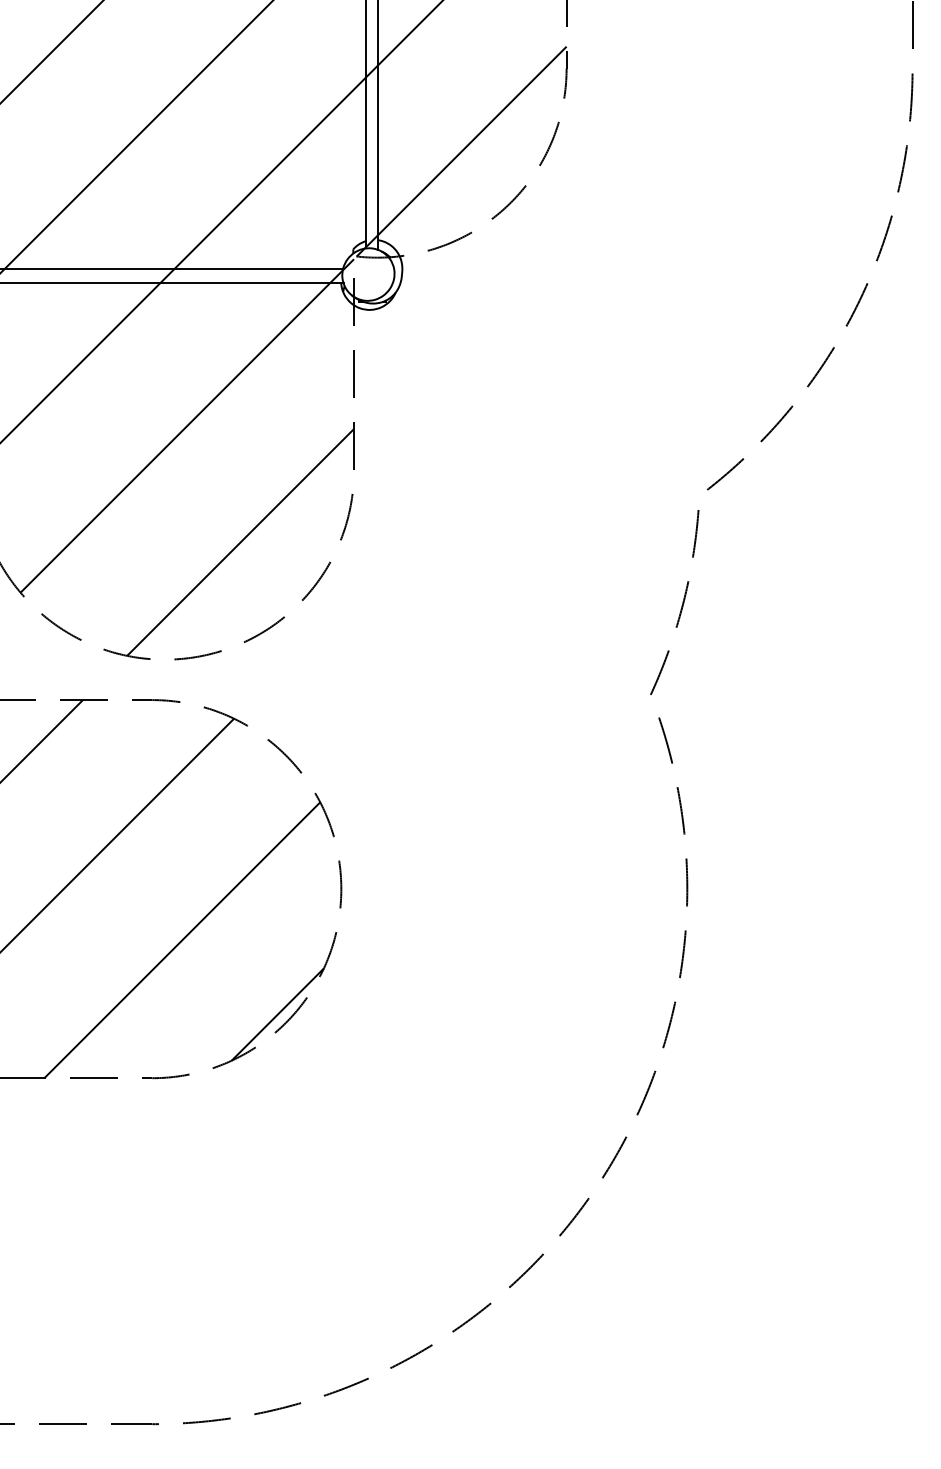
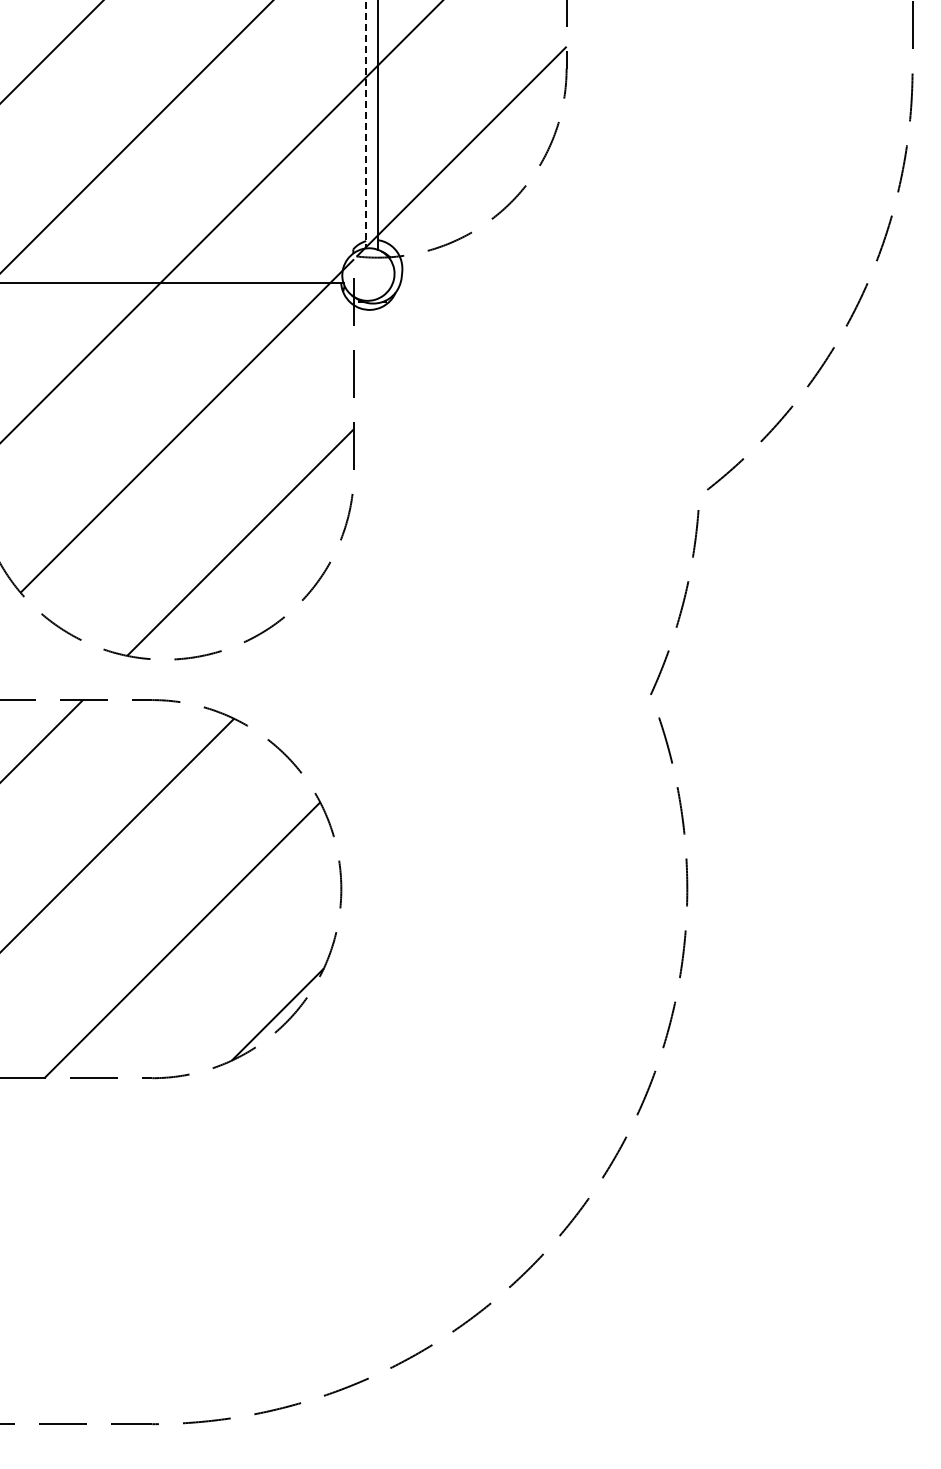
line at (366, 124): solid -> dashed
line at (172, 269): present -> none
